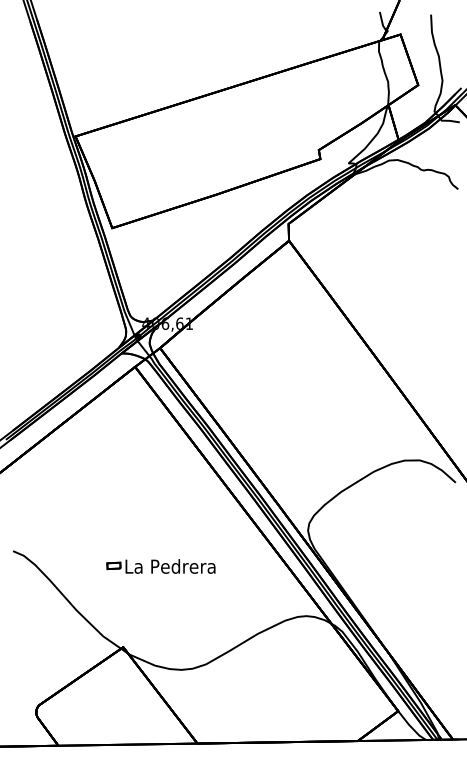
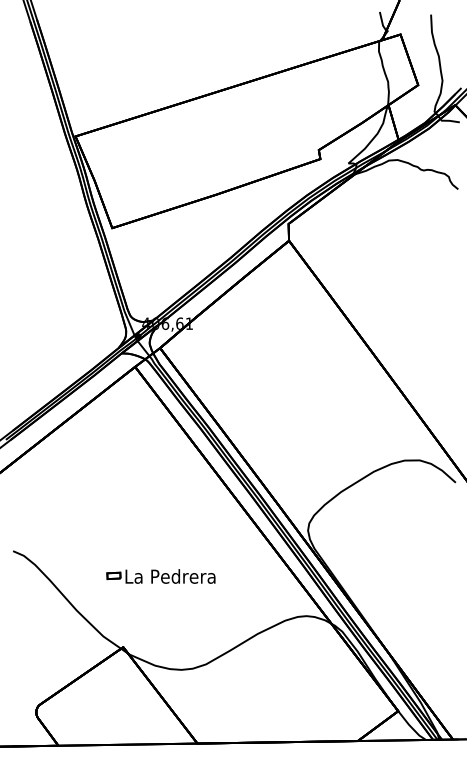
part at (160, 566) position: (160, 566) -> (160, 576)
